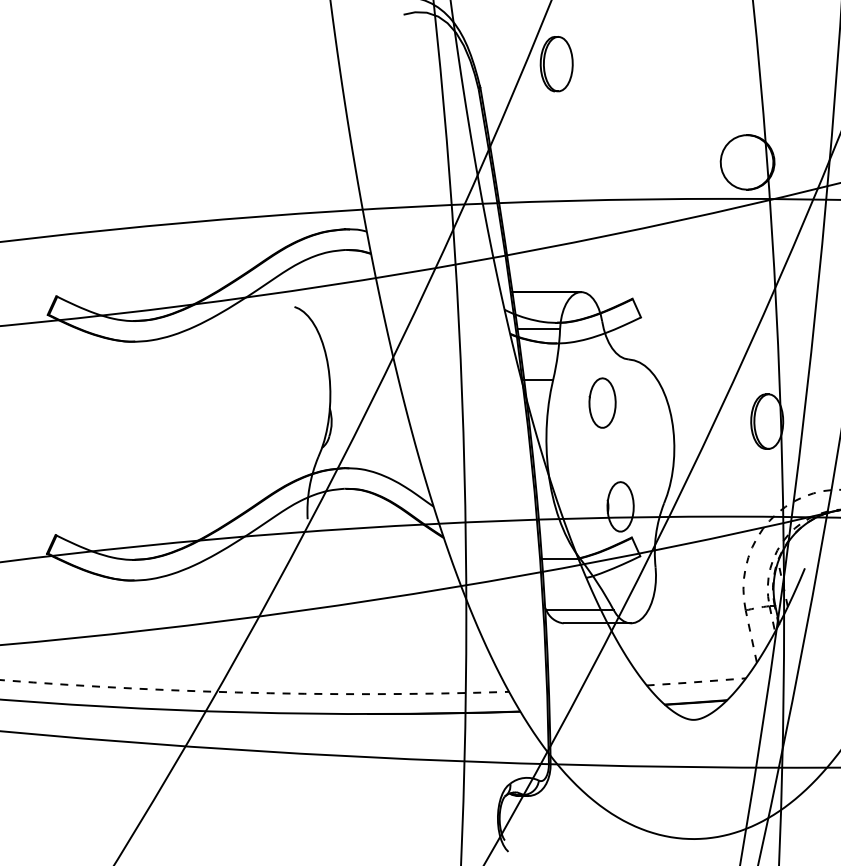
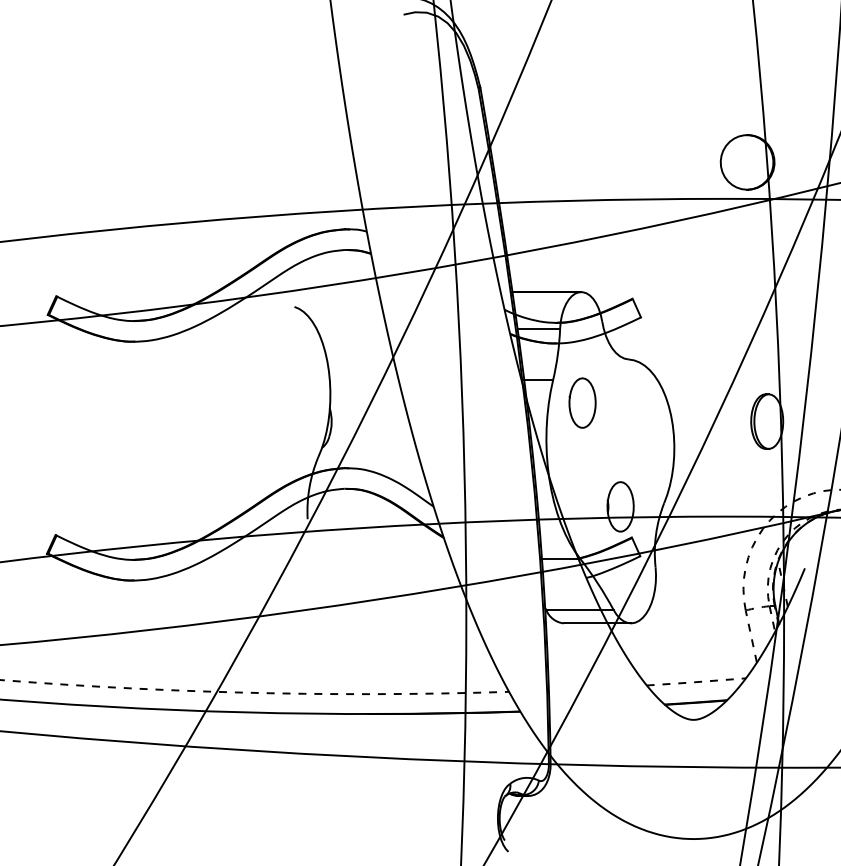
part at (556, 64): present -> none
part at (602, 402) position: (602, 402) -> (582, 402)
